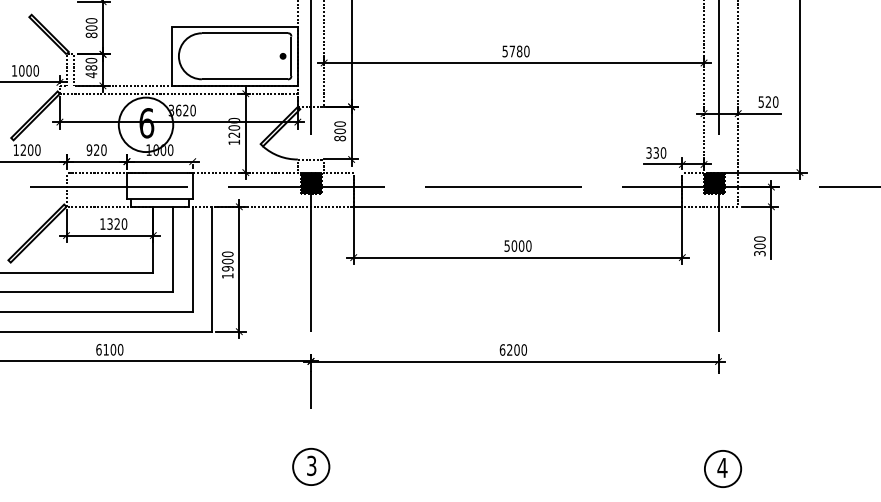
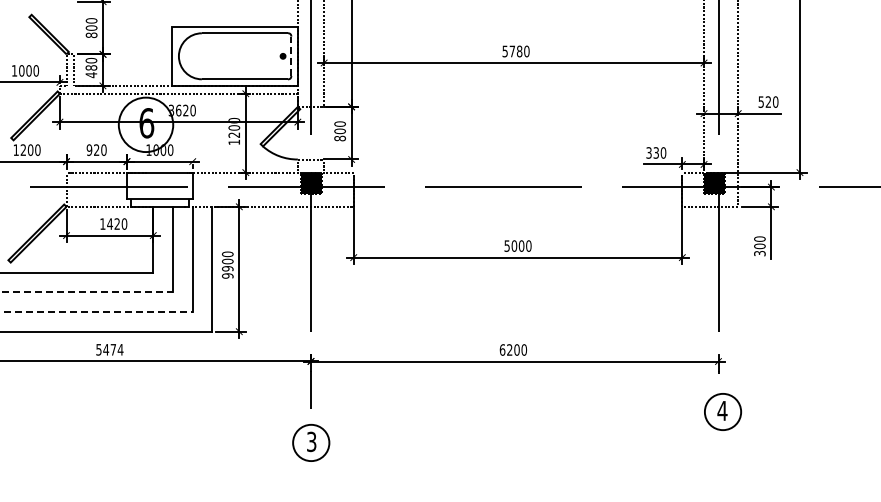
line at (291, 56): solid -> dashed
line at (517, 206): present -> none
text at (109, 223): 1320 -> 1420
text at (227, 275): 1900 -> 9900
line at (87, 292): solid -> dashed
line at (96, 311): solid -> dashed
text at (109, 349): 6100 -> 5474
part at (311, 466) position: (311, 466) -> (311, 442)
part at (722, 468) position: (722, 468) -> (722, 411)
